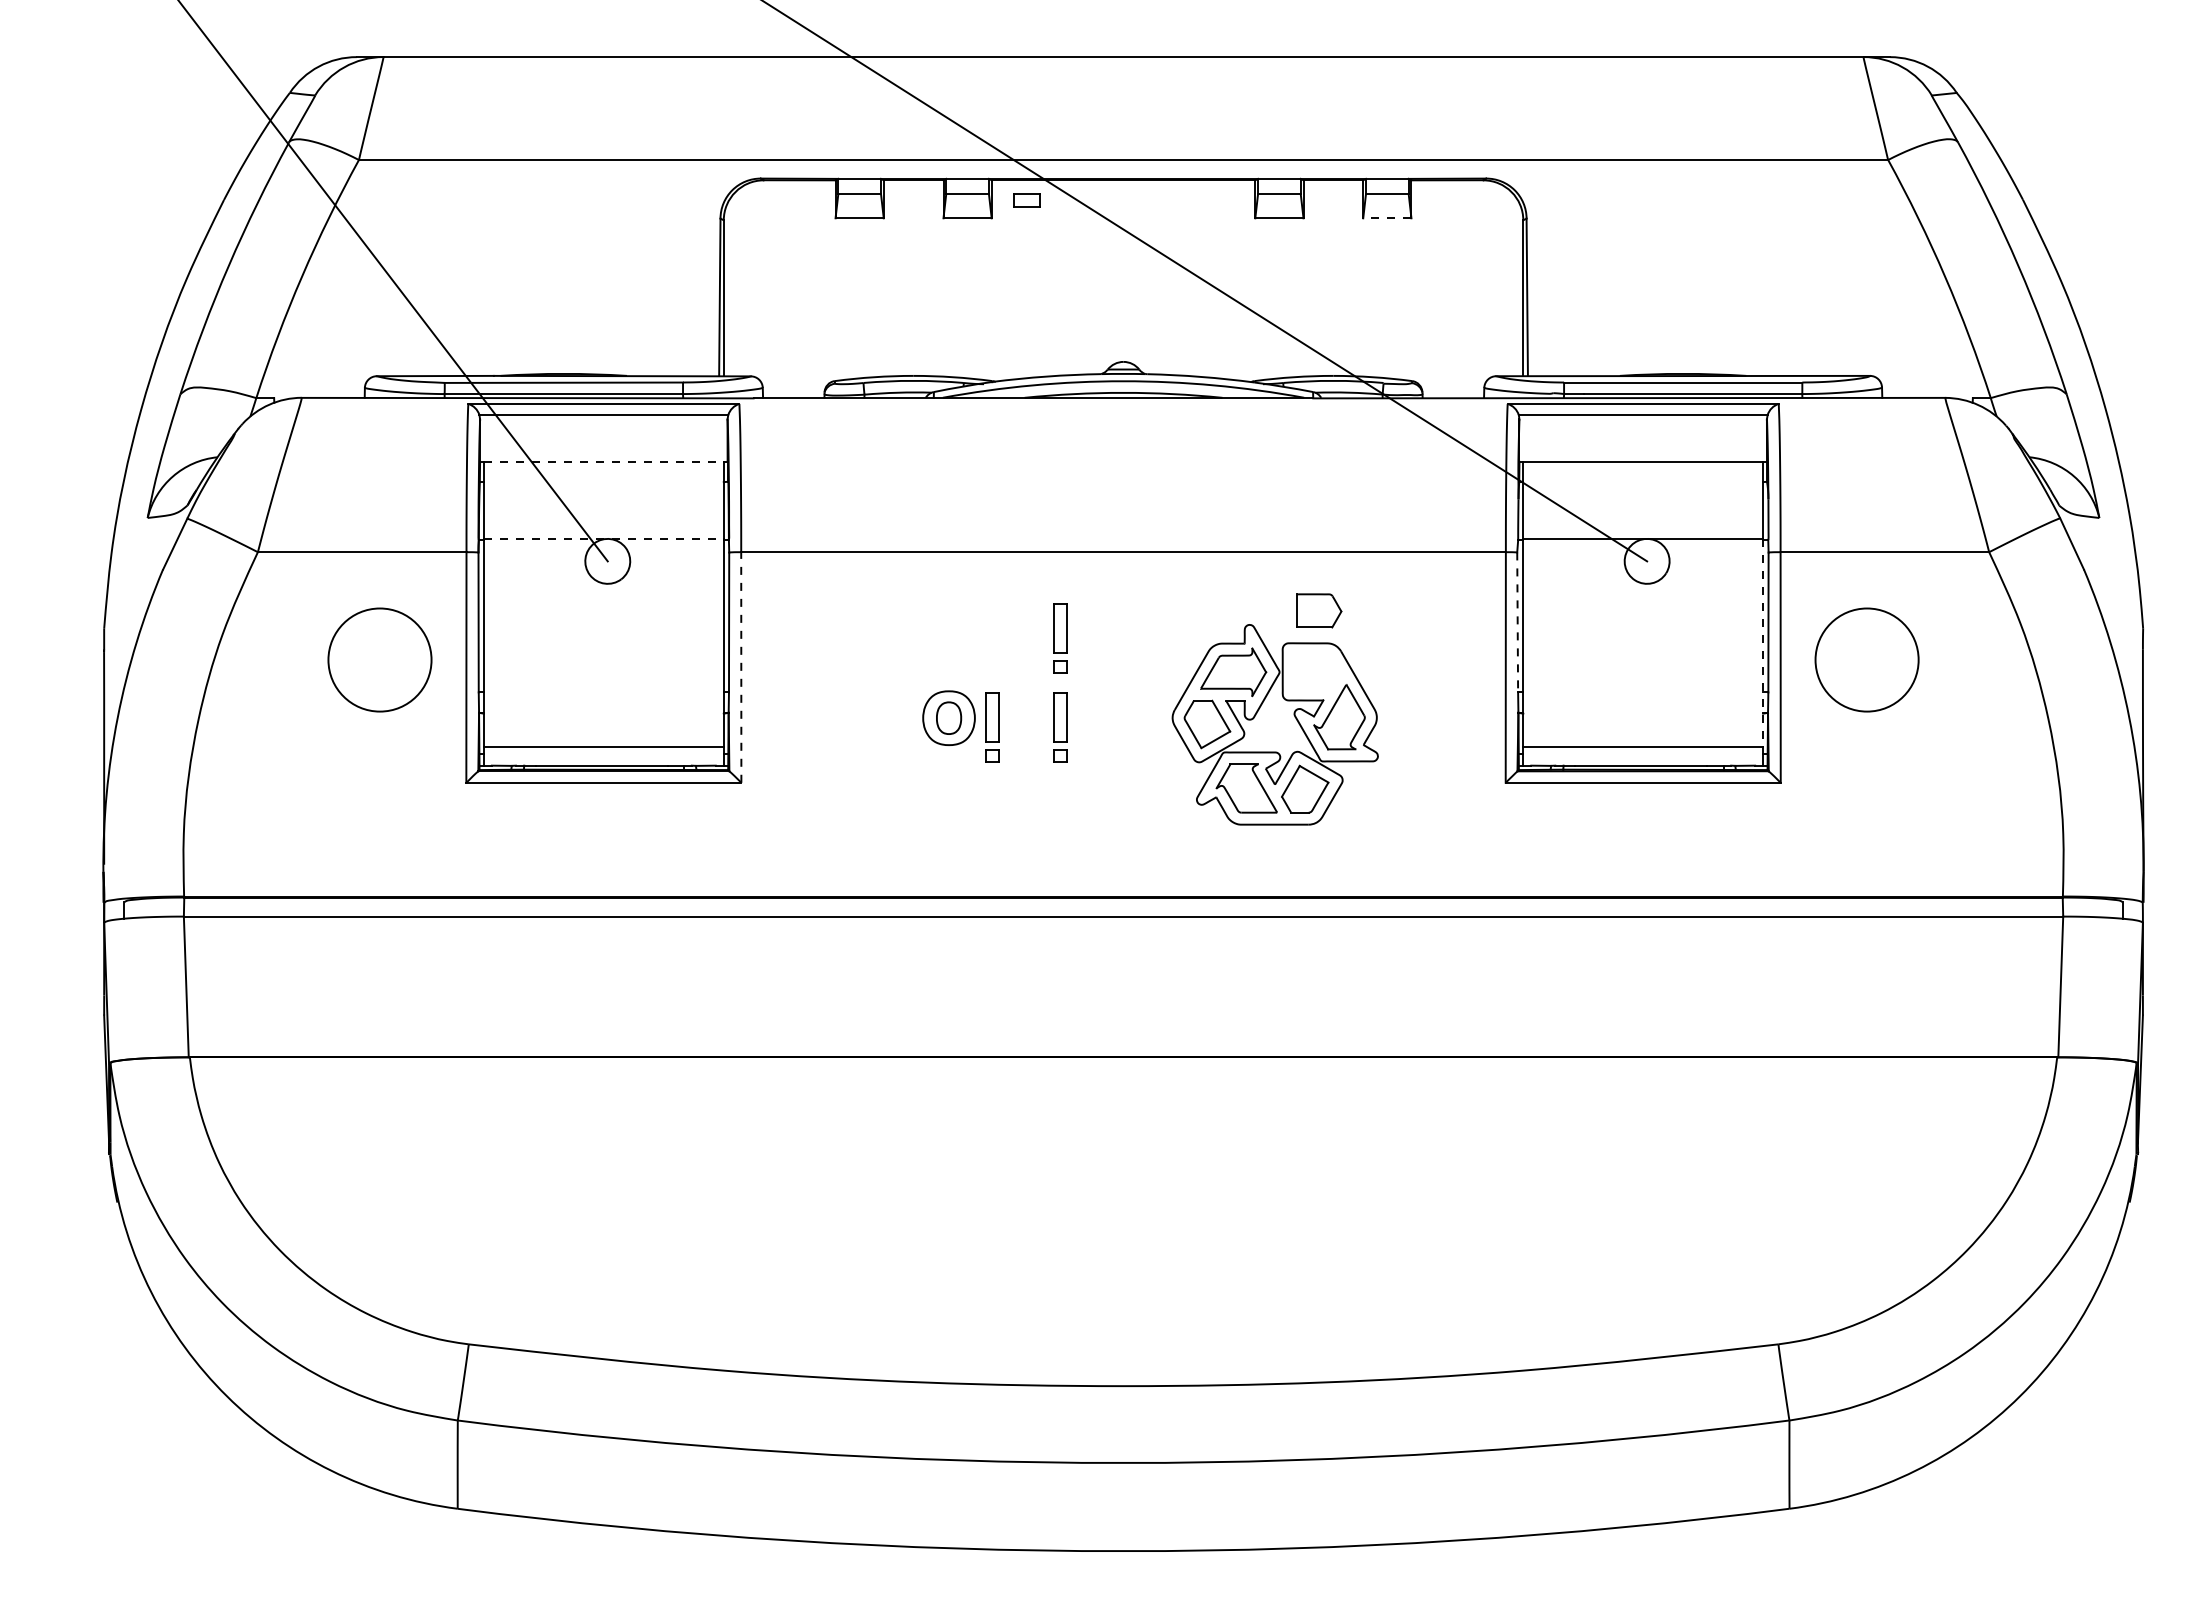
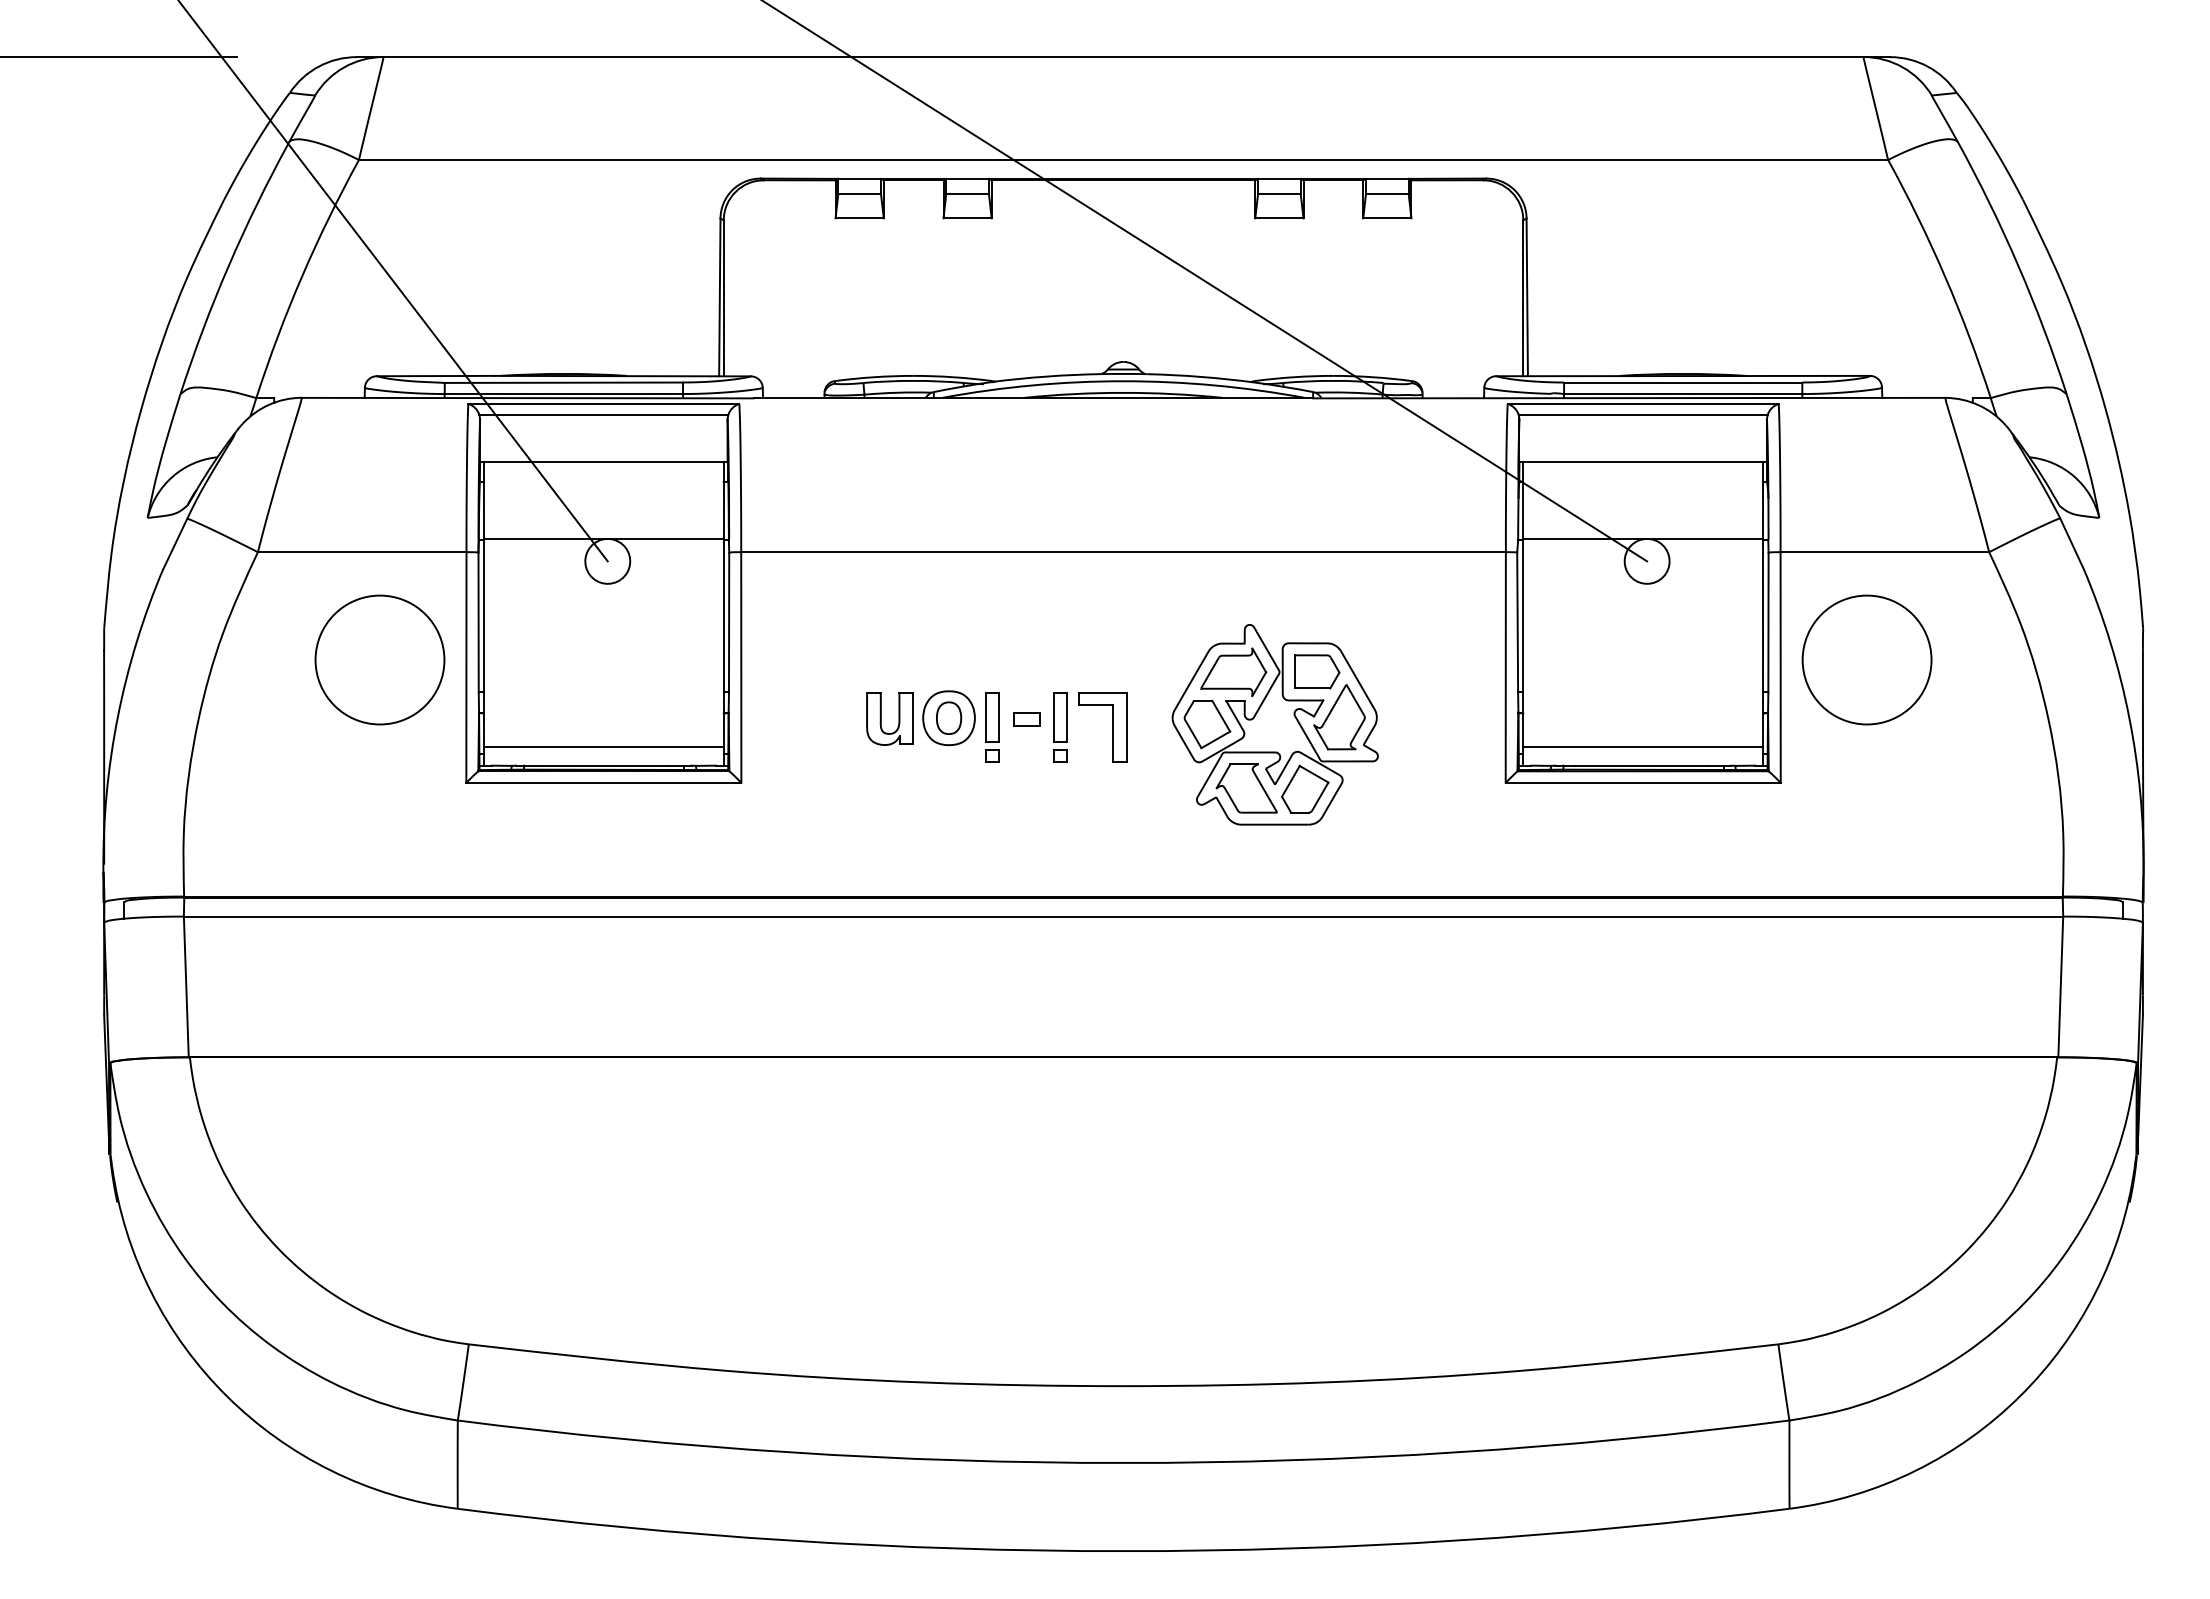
line at (119, 57): none -> present
part at (1026, 200) position: (1026, 200) -> (1026, 719)
line at (1386, 218): dashed -> solid
line at (603, 461): dashed -> solid
line at (603, 539): dashed -> solid
part at (1319, 610) position: (1319, 610) -> (1317, 671)
line at (1517, 622): dashed -> solid
part at (1060, 638): present -> none
line at (1763, 643): dashed -> solid
circle at (379, 659) diameter: 103 px -> 129 px
circle at (1866, 659) diameter: 103 px -> 129 px
line at (741, 666): dashed -> solid
part at (881, 718): none -> present
part at (1112, 727): none -> present
